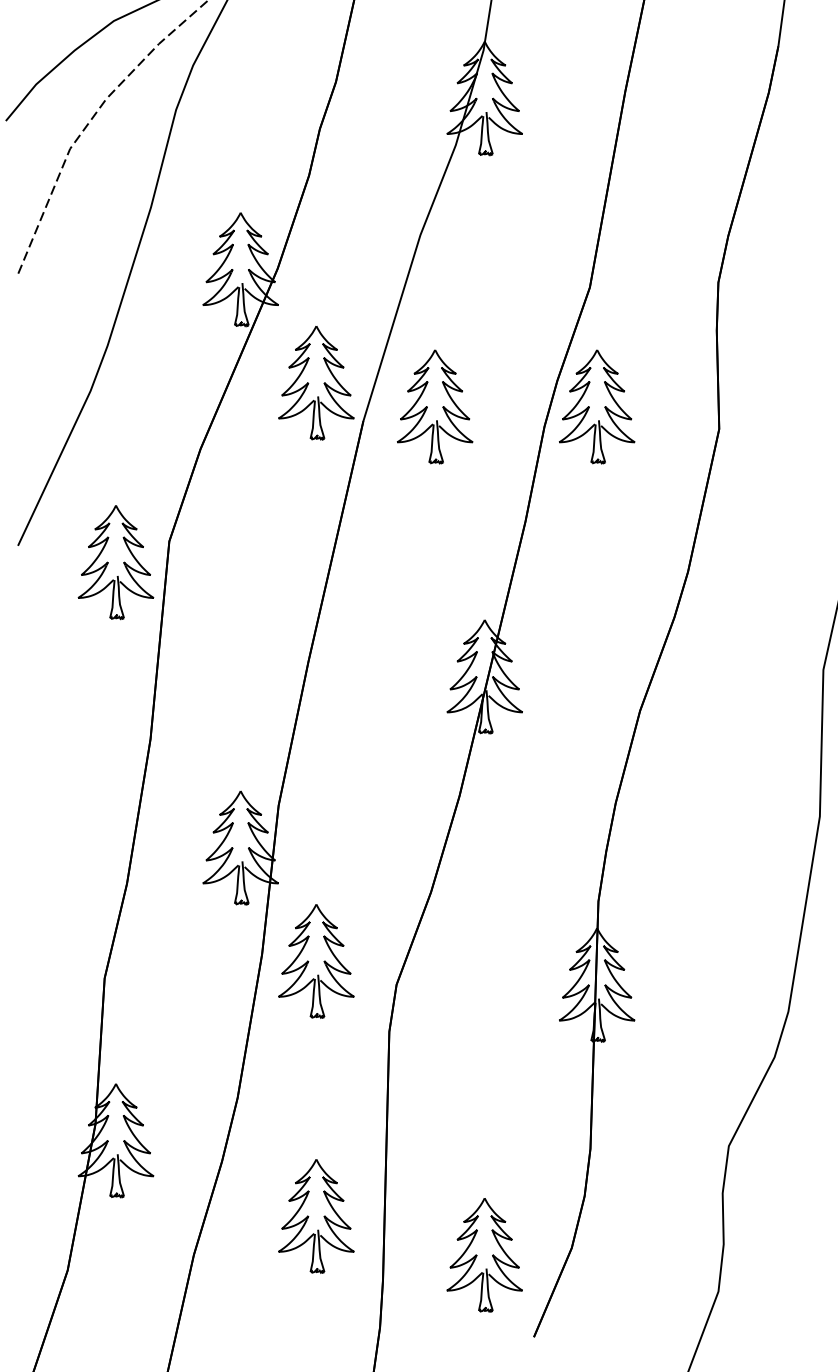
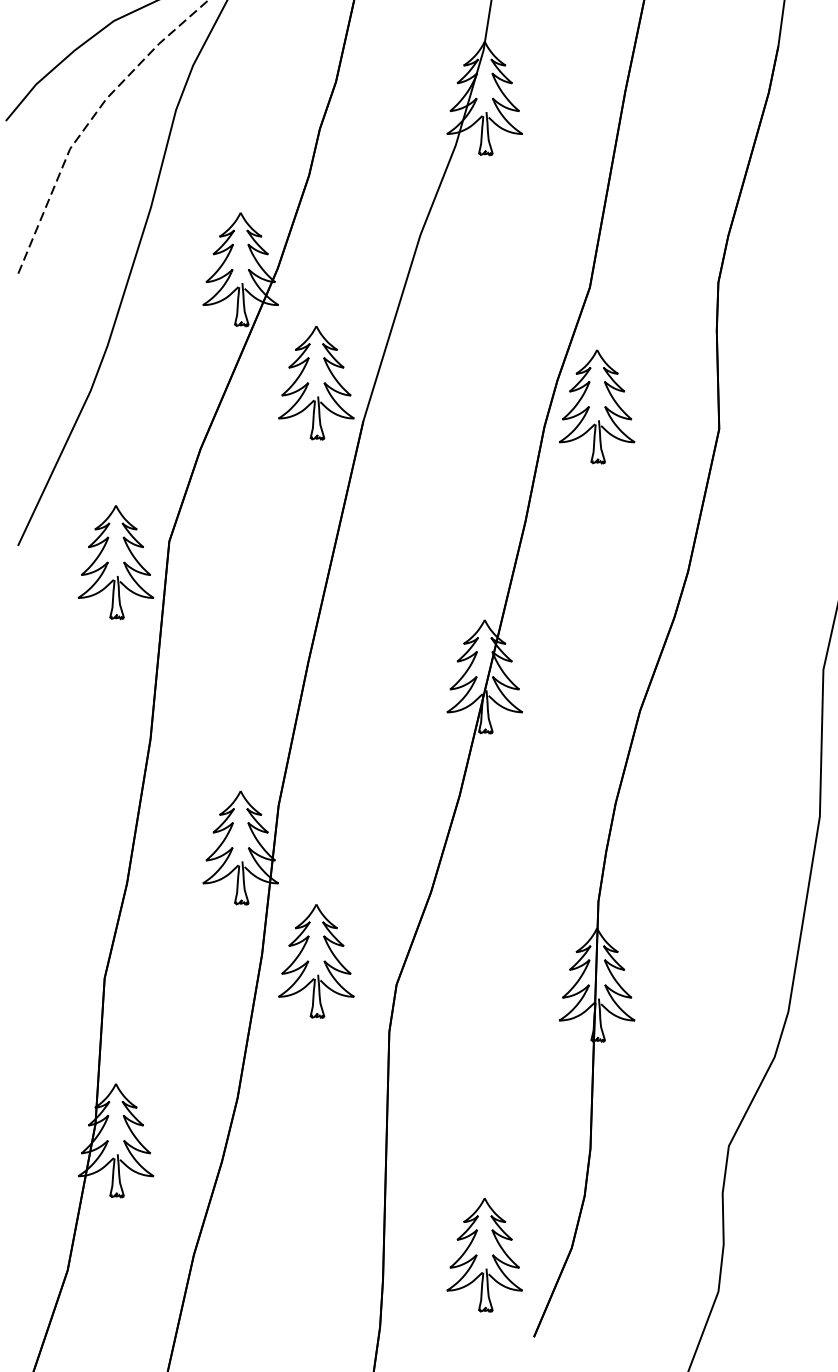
part at (435, 406): present -> none
part at (316, 1216): present -> none
